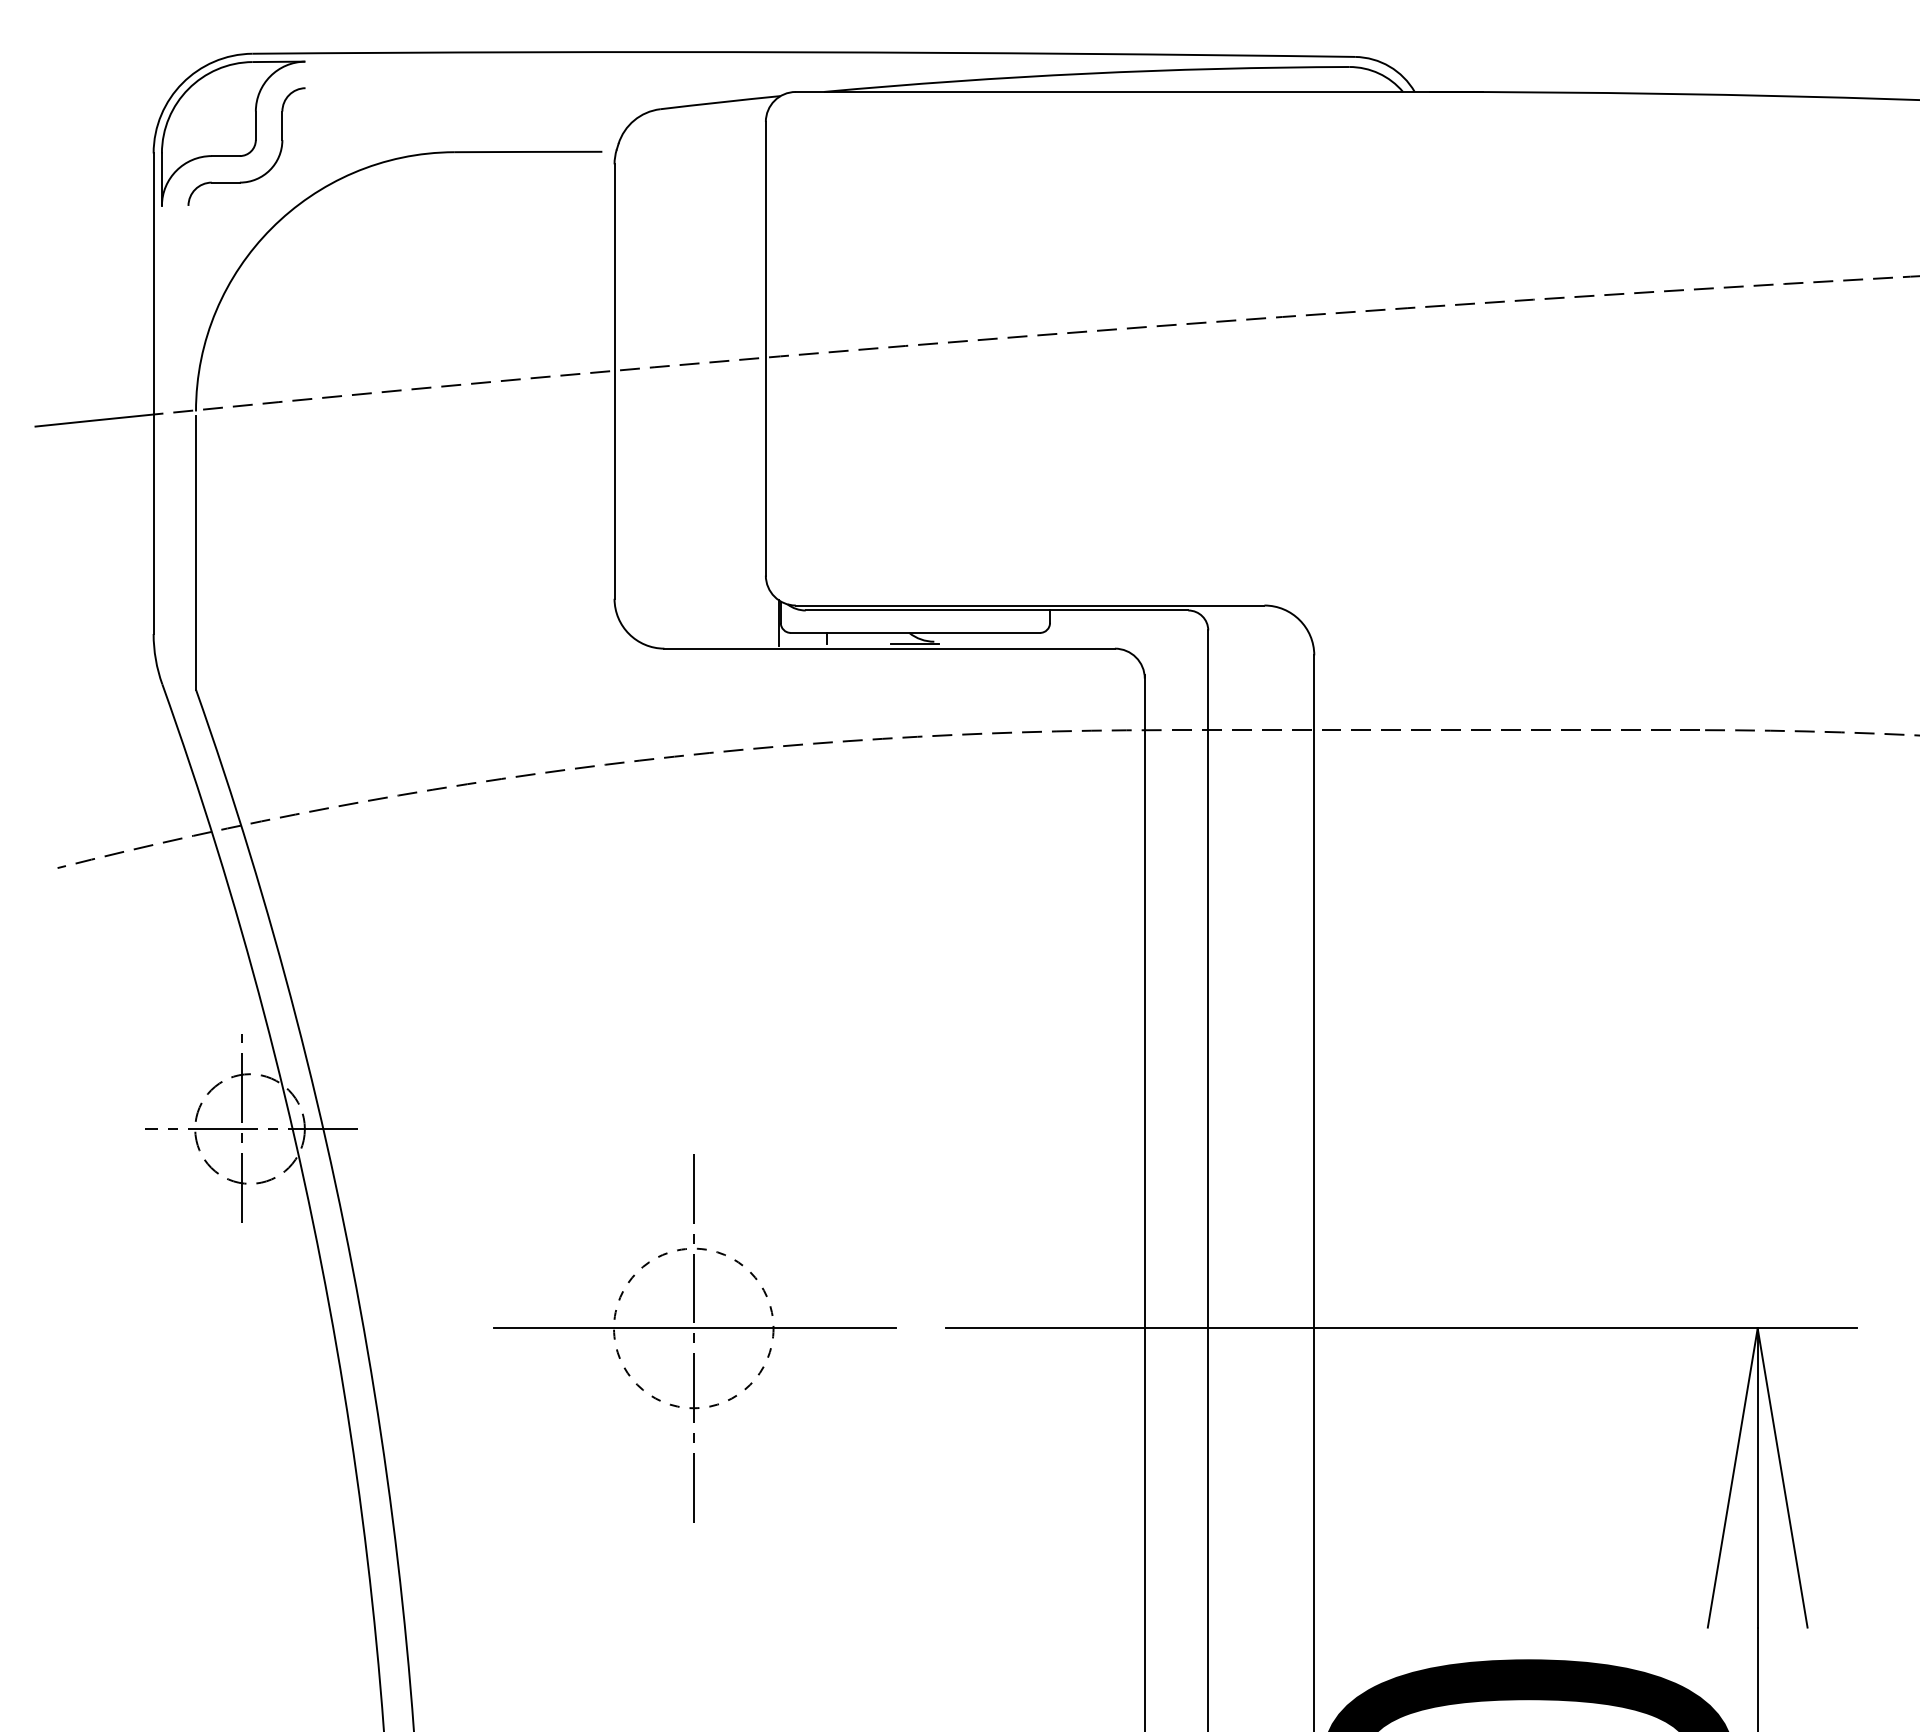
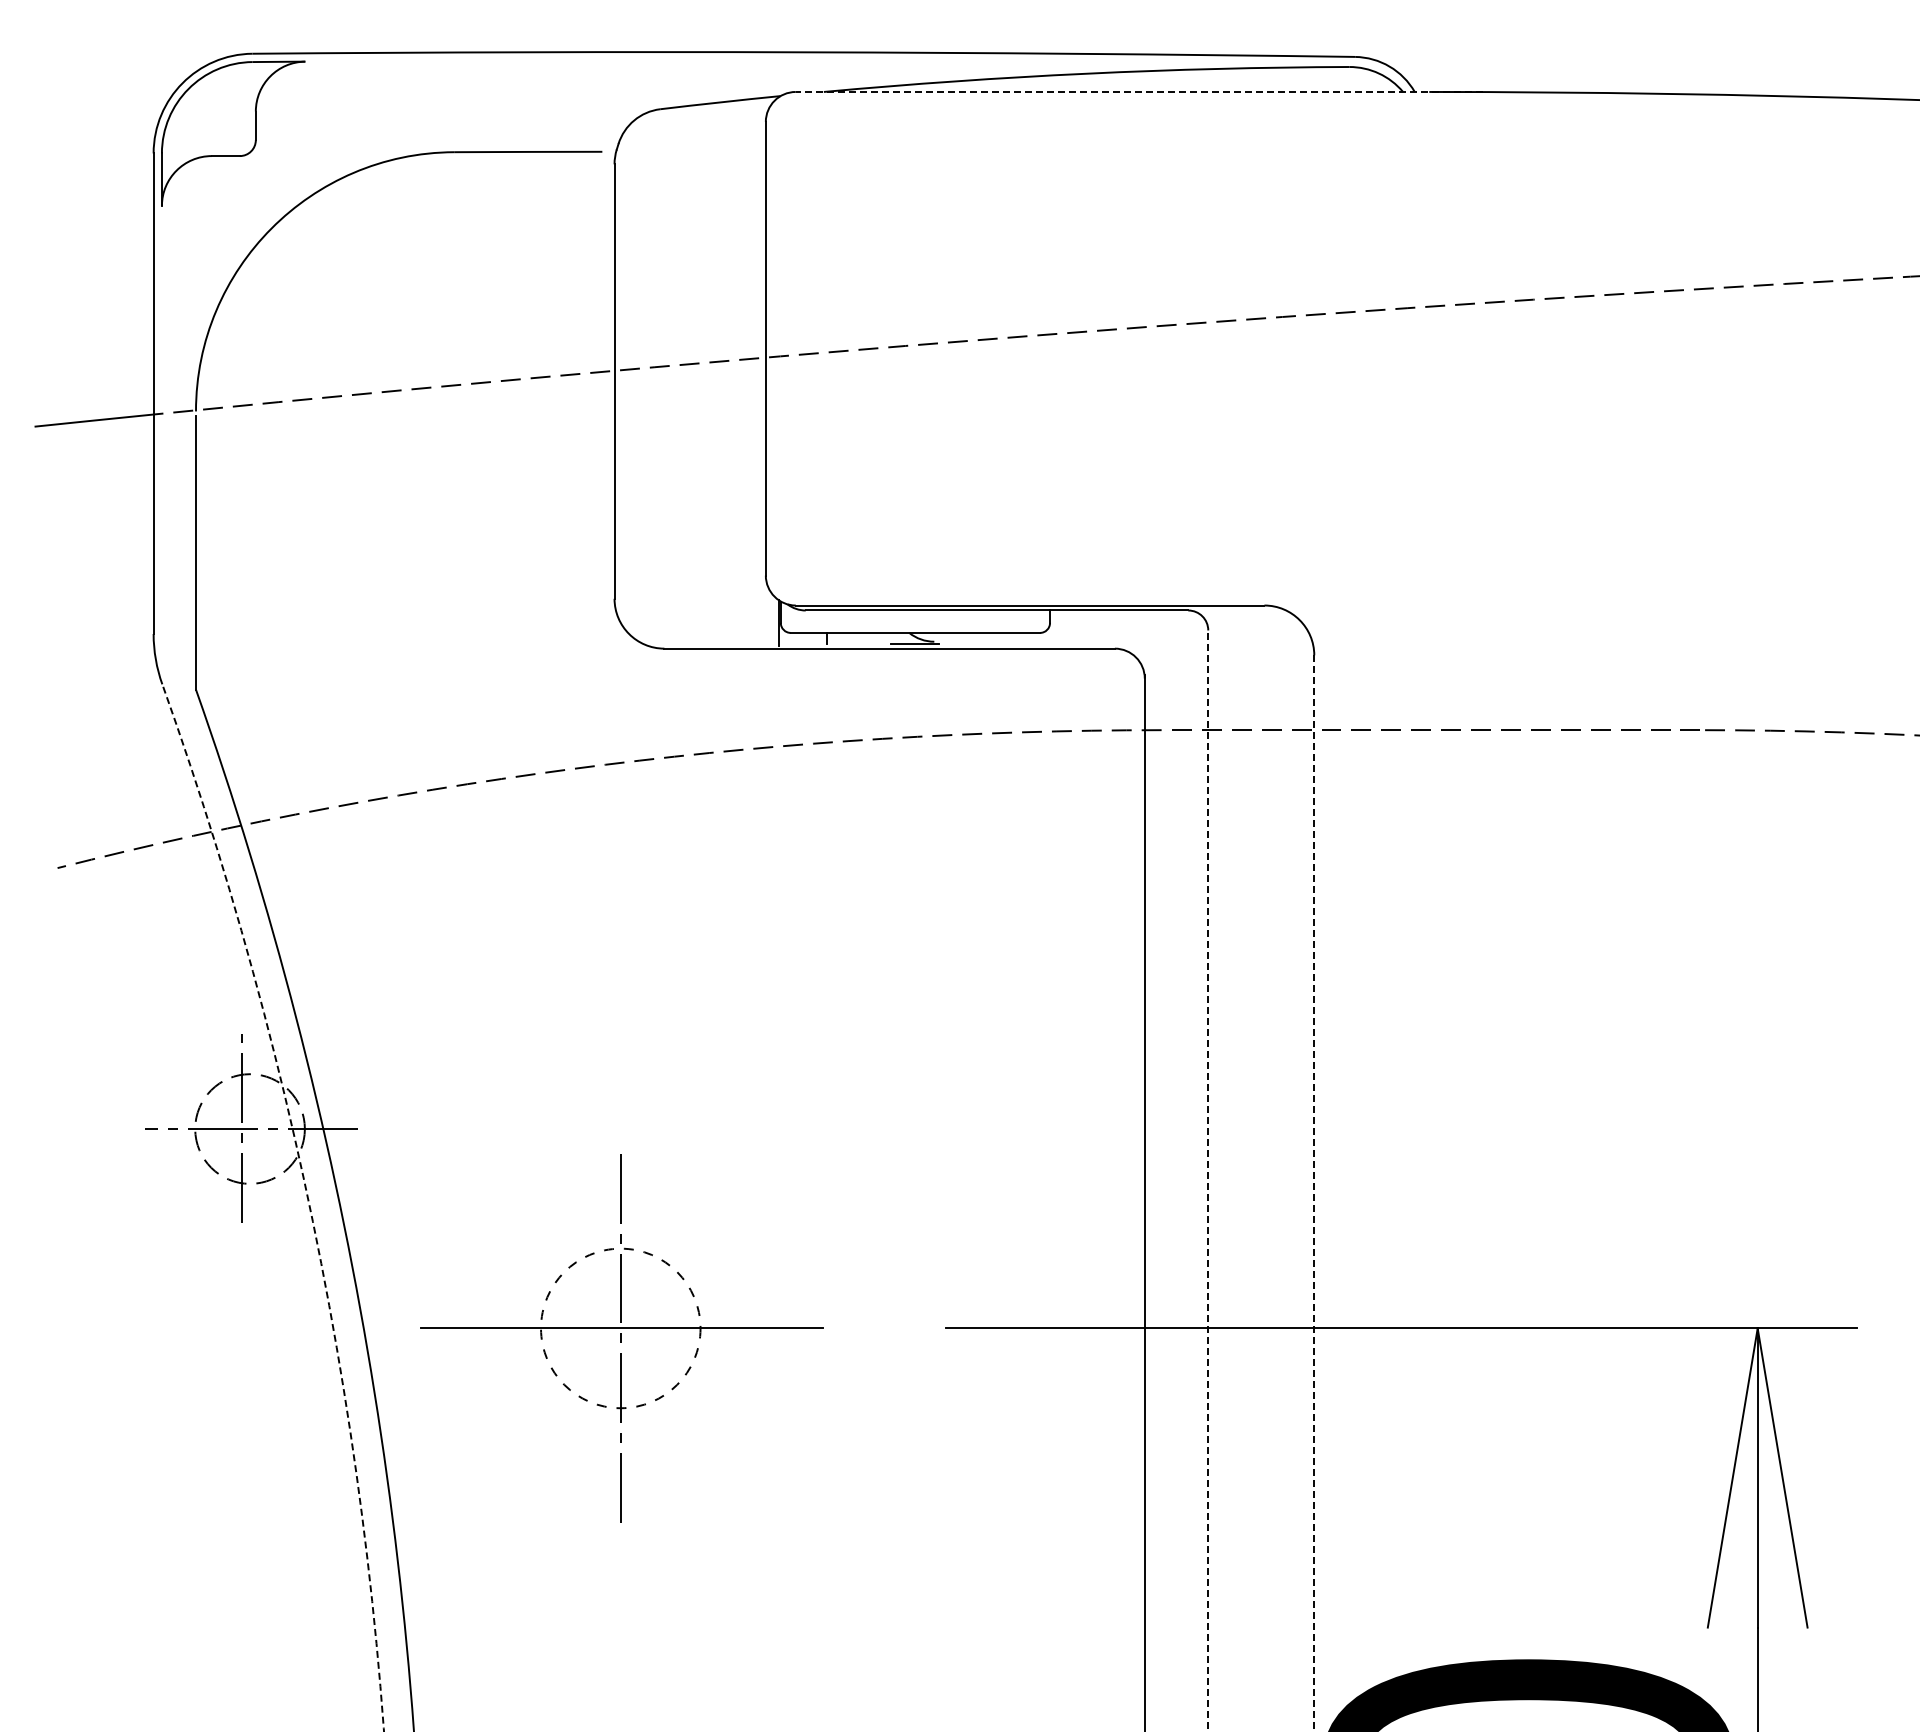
line at (1139, 91): solid -> dashed
part at (271, 166): present -> none
line at (1208, 1181): solid -> dashed
line at (1314, 1193): solid -> dashed
arc at (308, 1200): solid -> dashed
part at (694, 1338) position: (694, 1338) -> (621, 1338)
